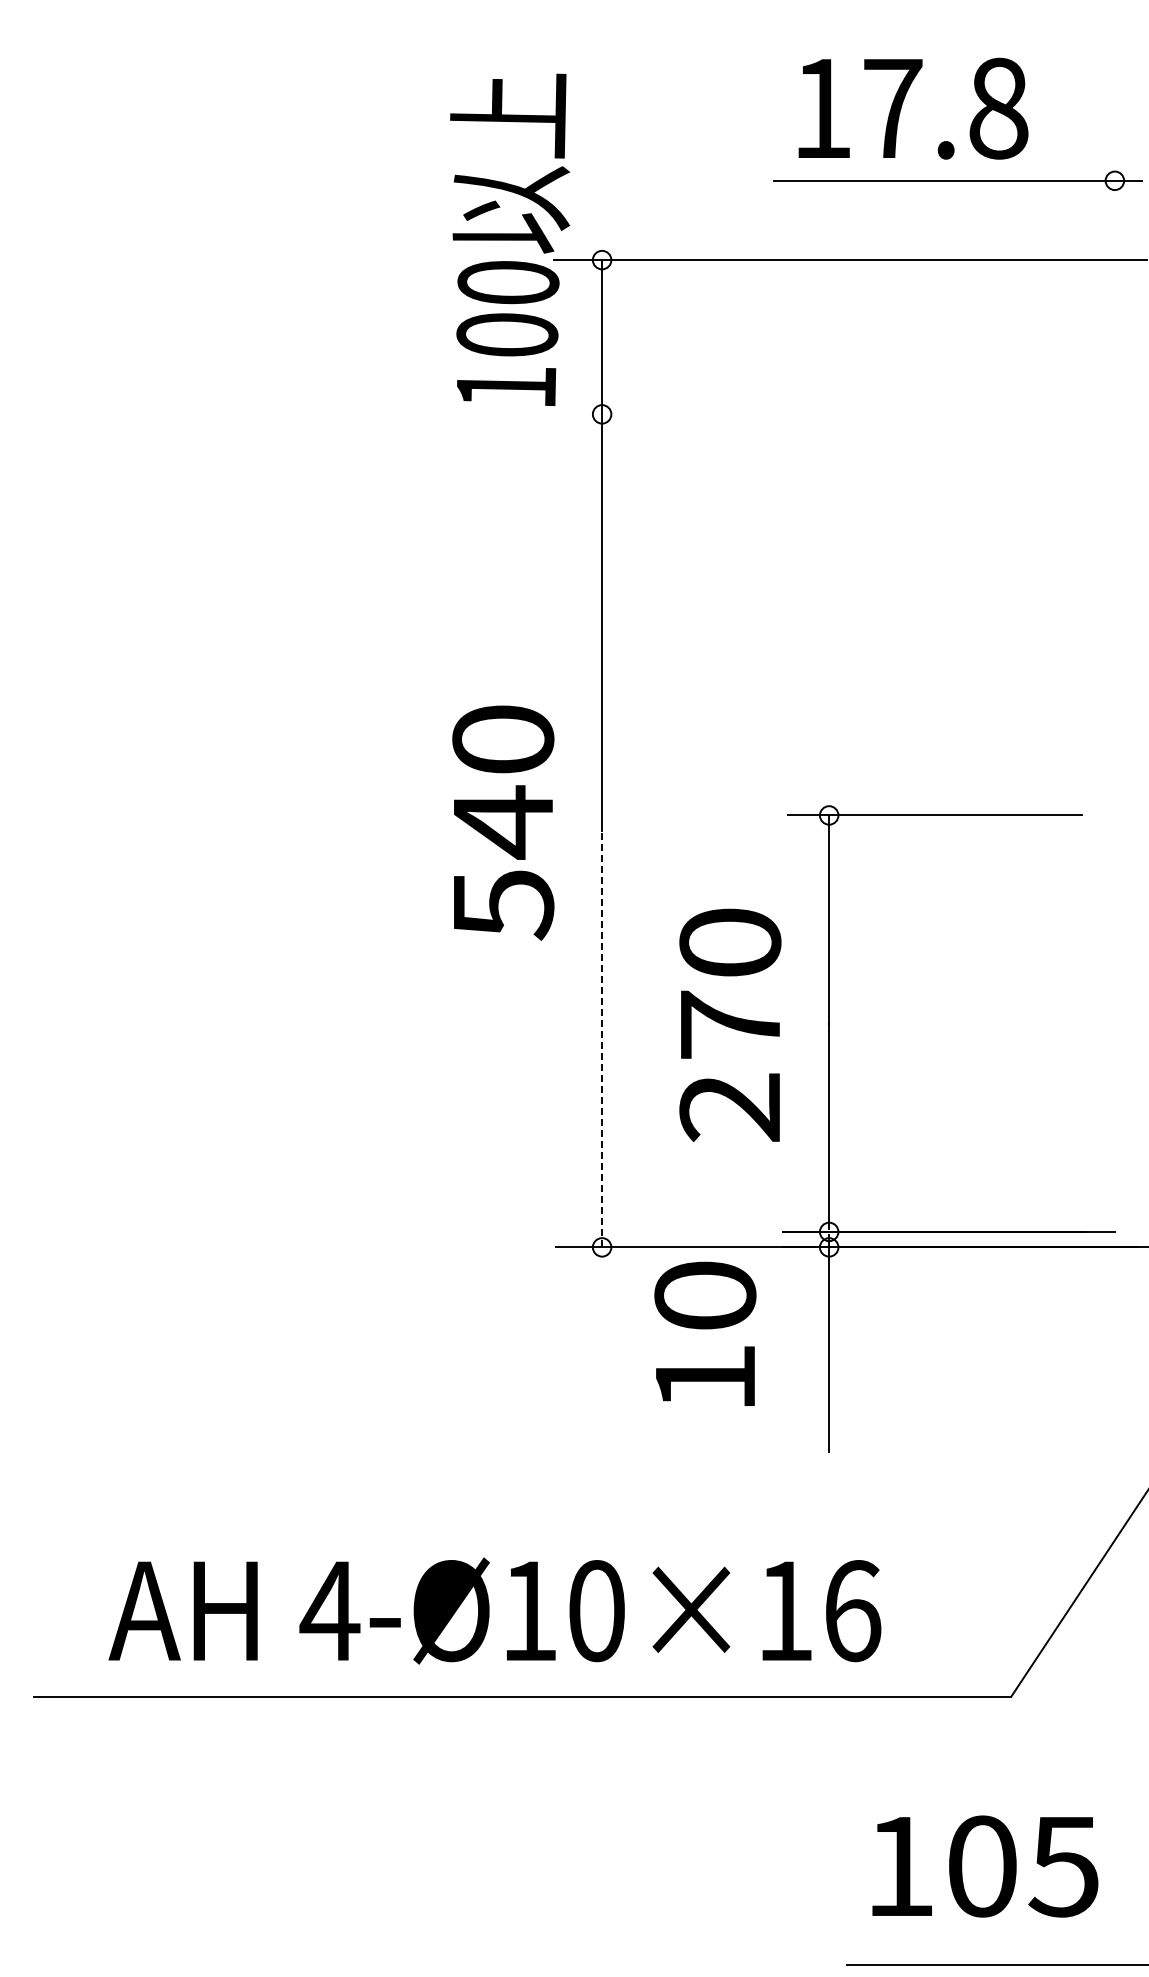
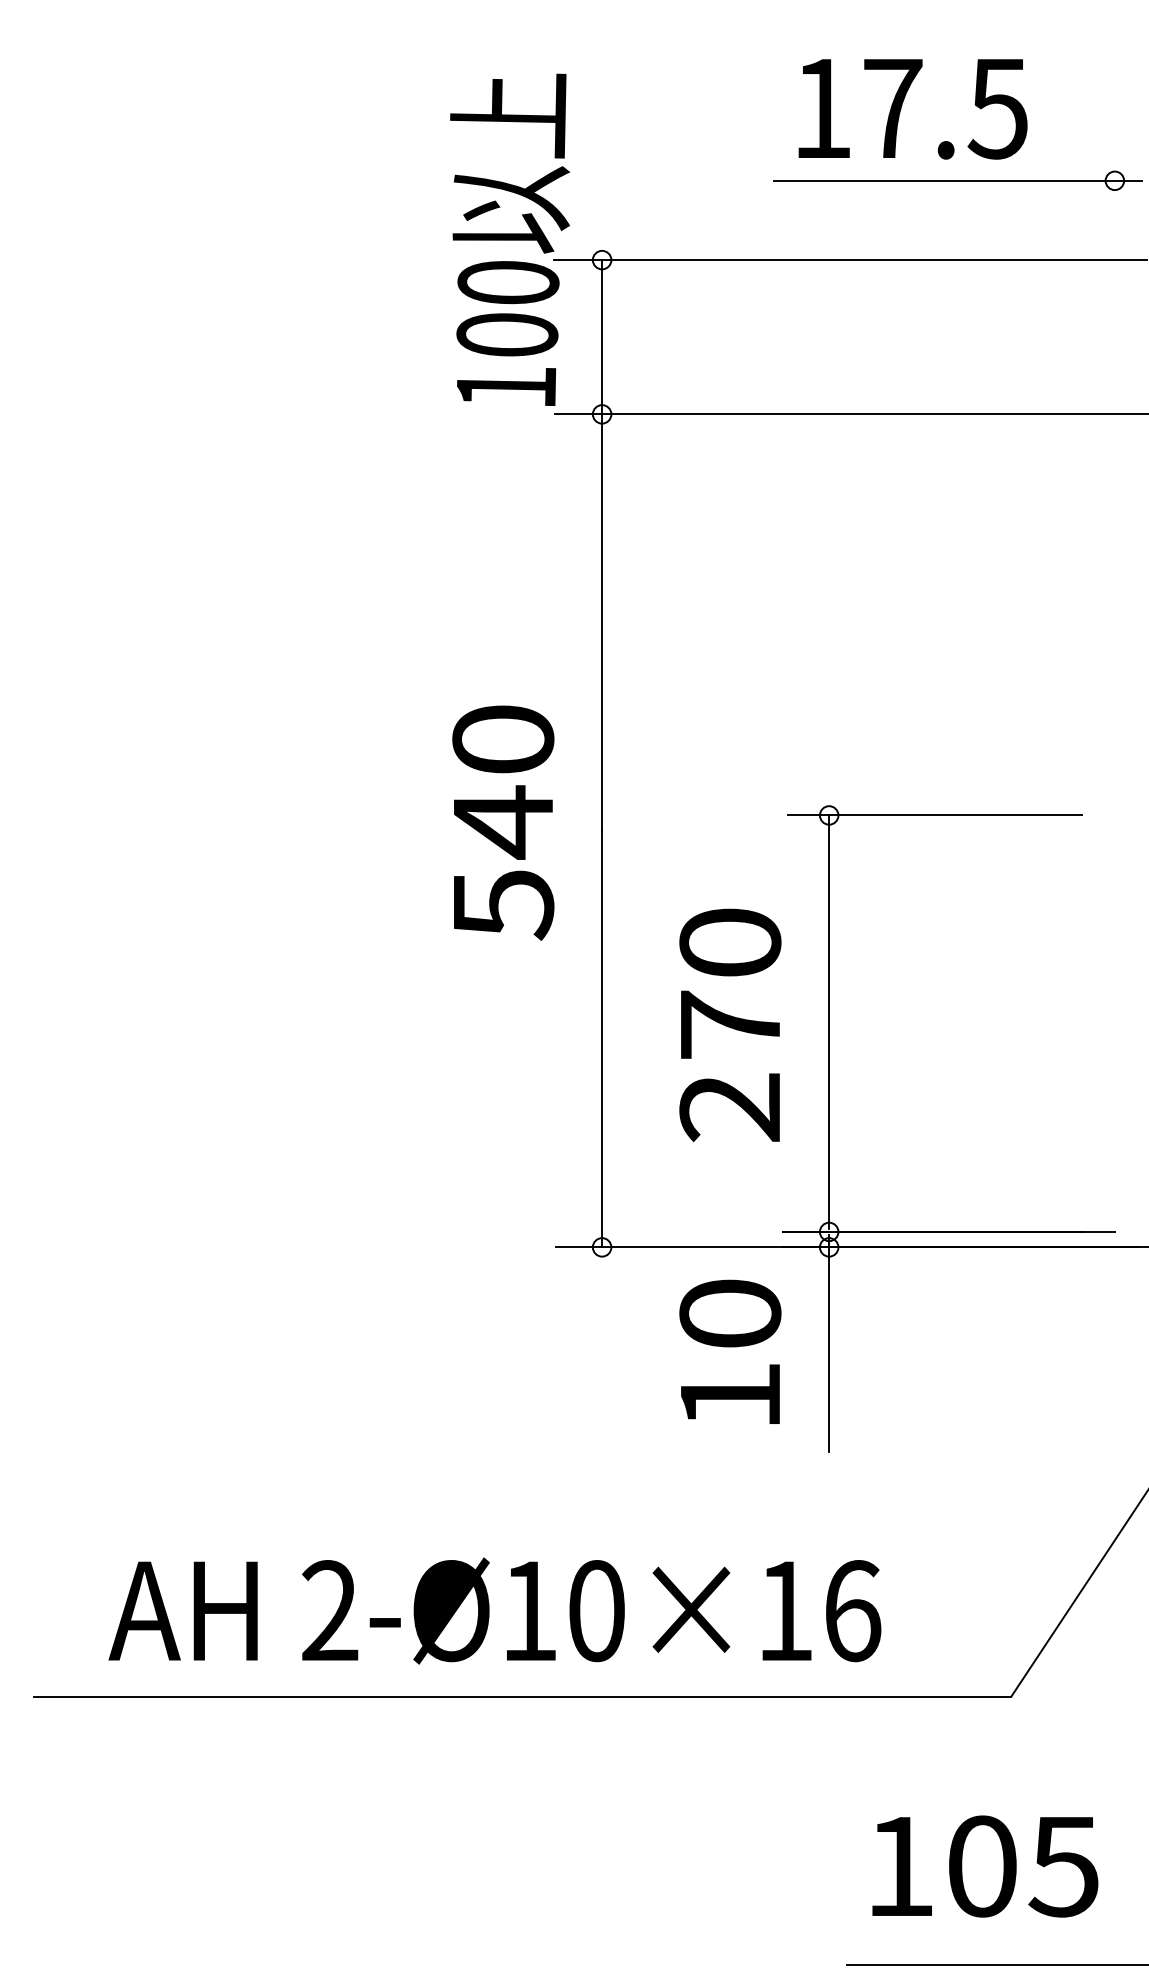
text at (997, 108): 17.8 -> 17.5
line at (850, 414): none -> present
line at (602, 1038): dashed -> solid
text at (705, 1333) position: (705, 1333) -> (730, 1351)
text at (329, 1610): 4-Ø10×16 -> 2-Ø10×16
